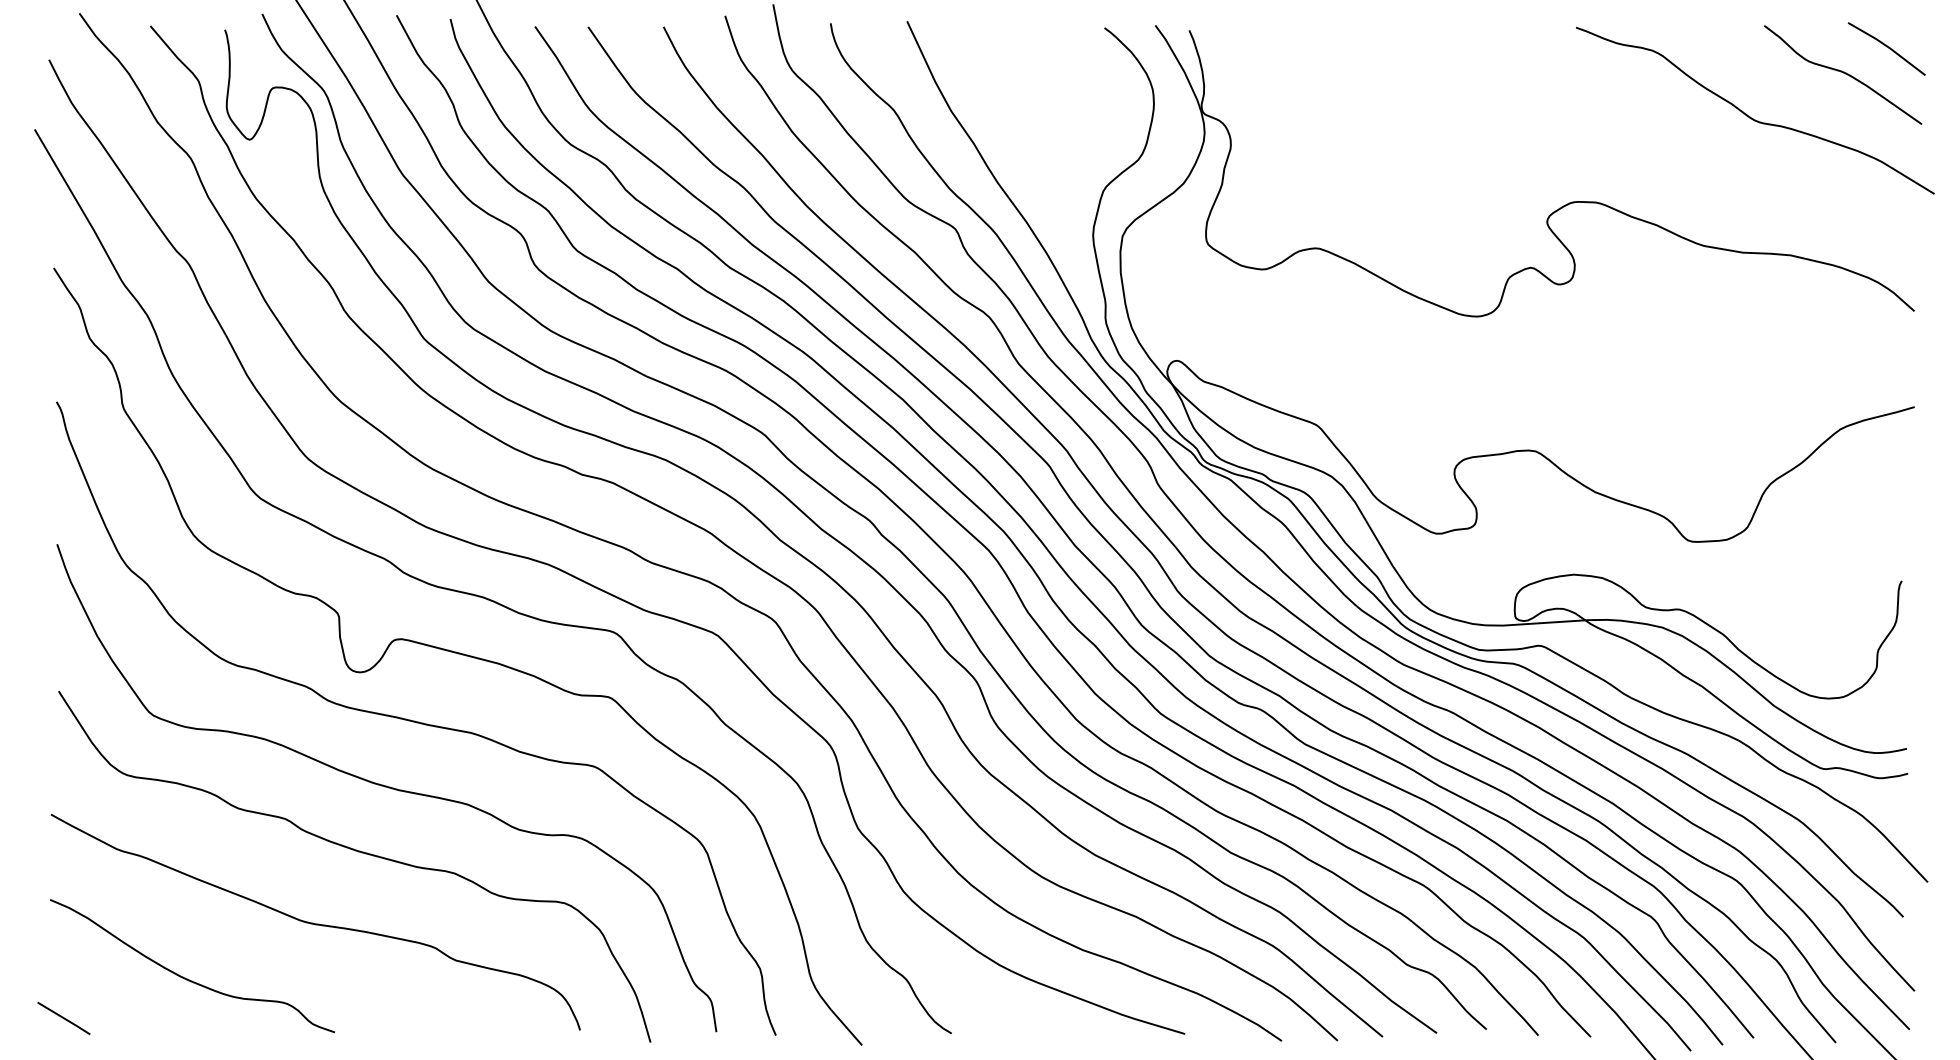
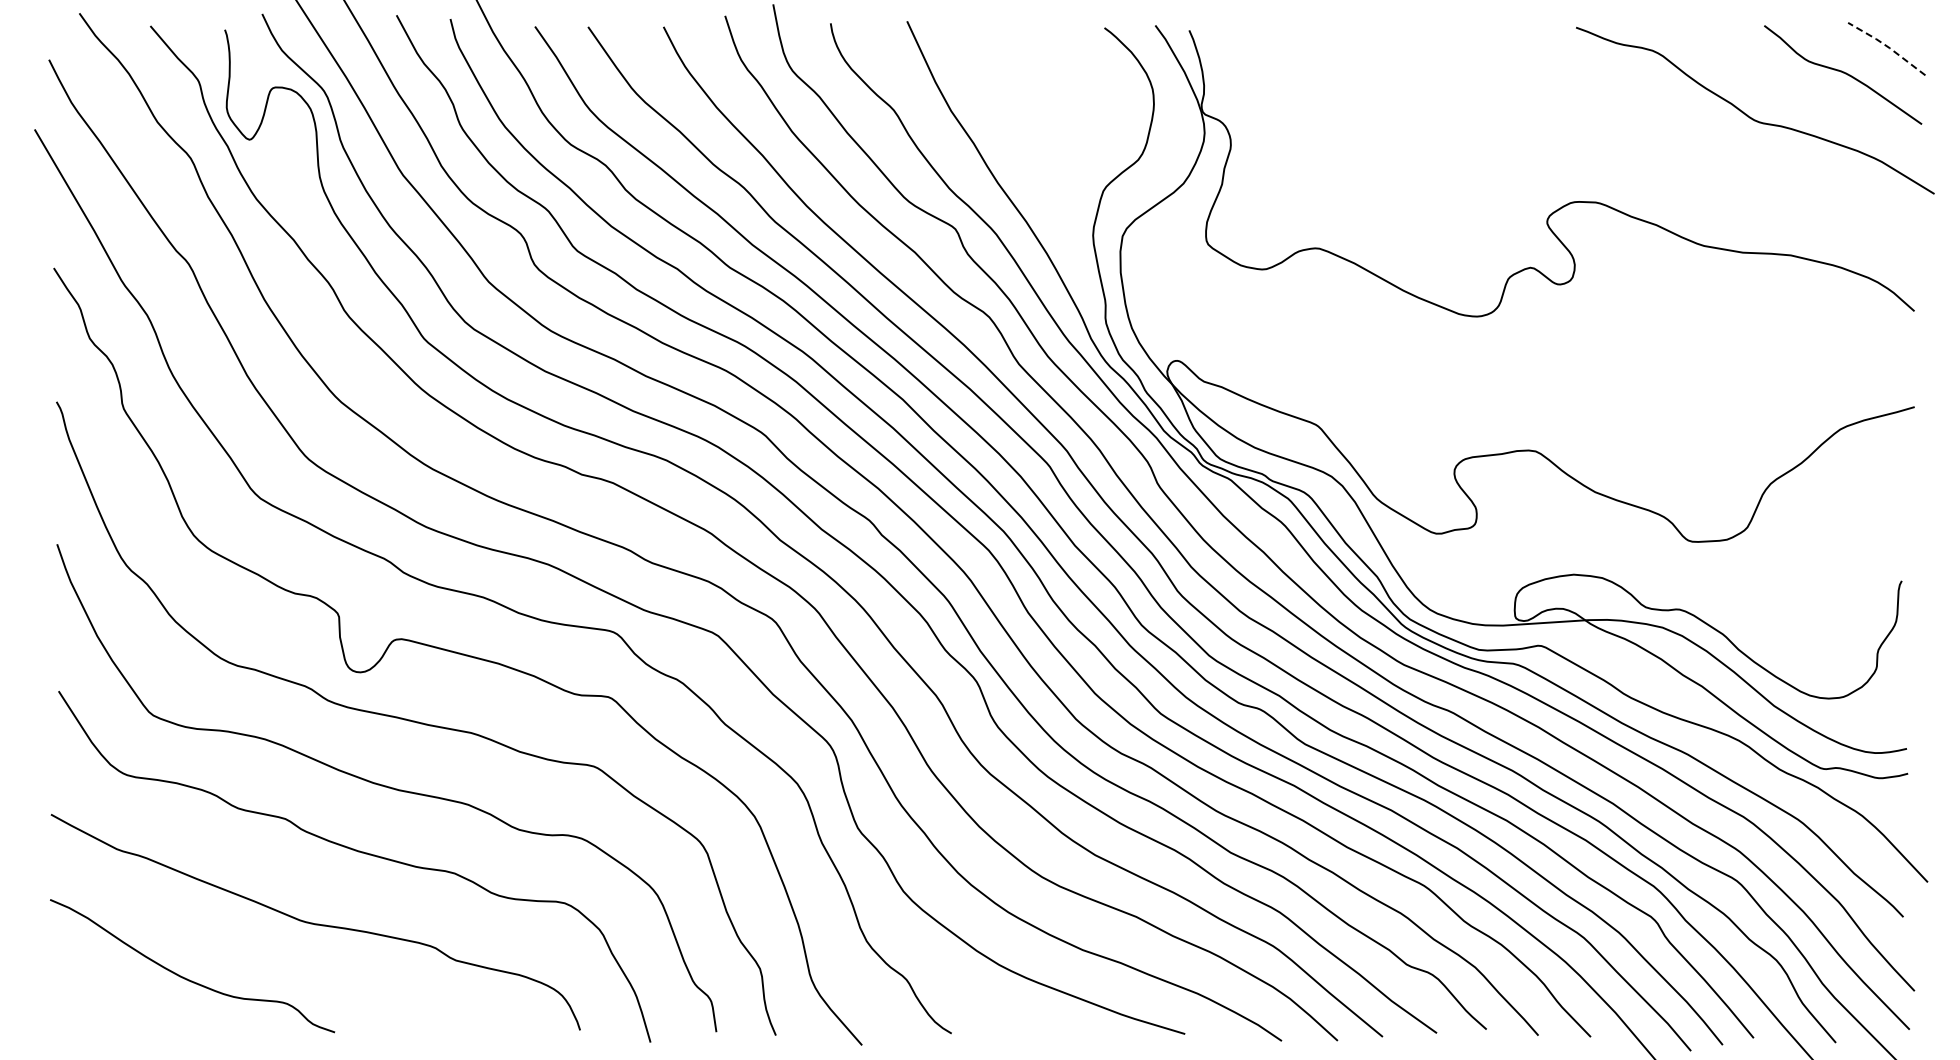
line at (1887, 46): solid -> dashed
line at (63, 1018): present -> none
